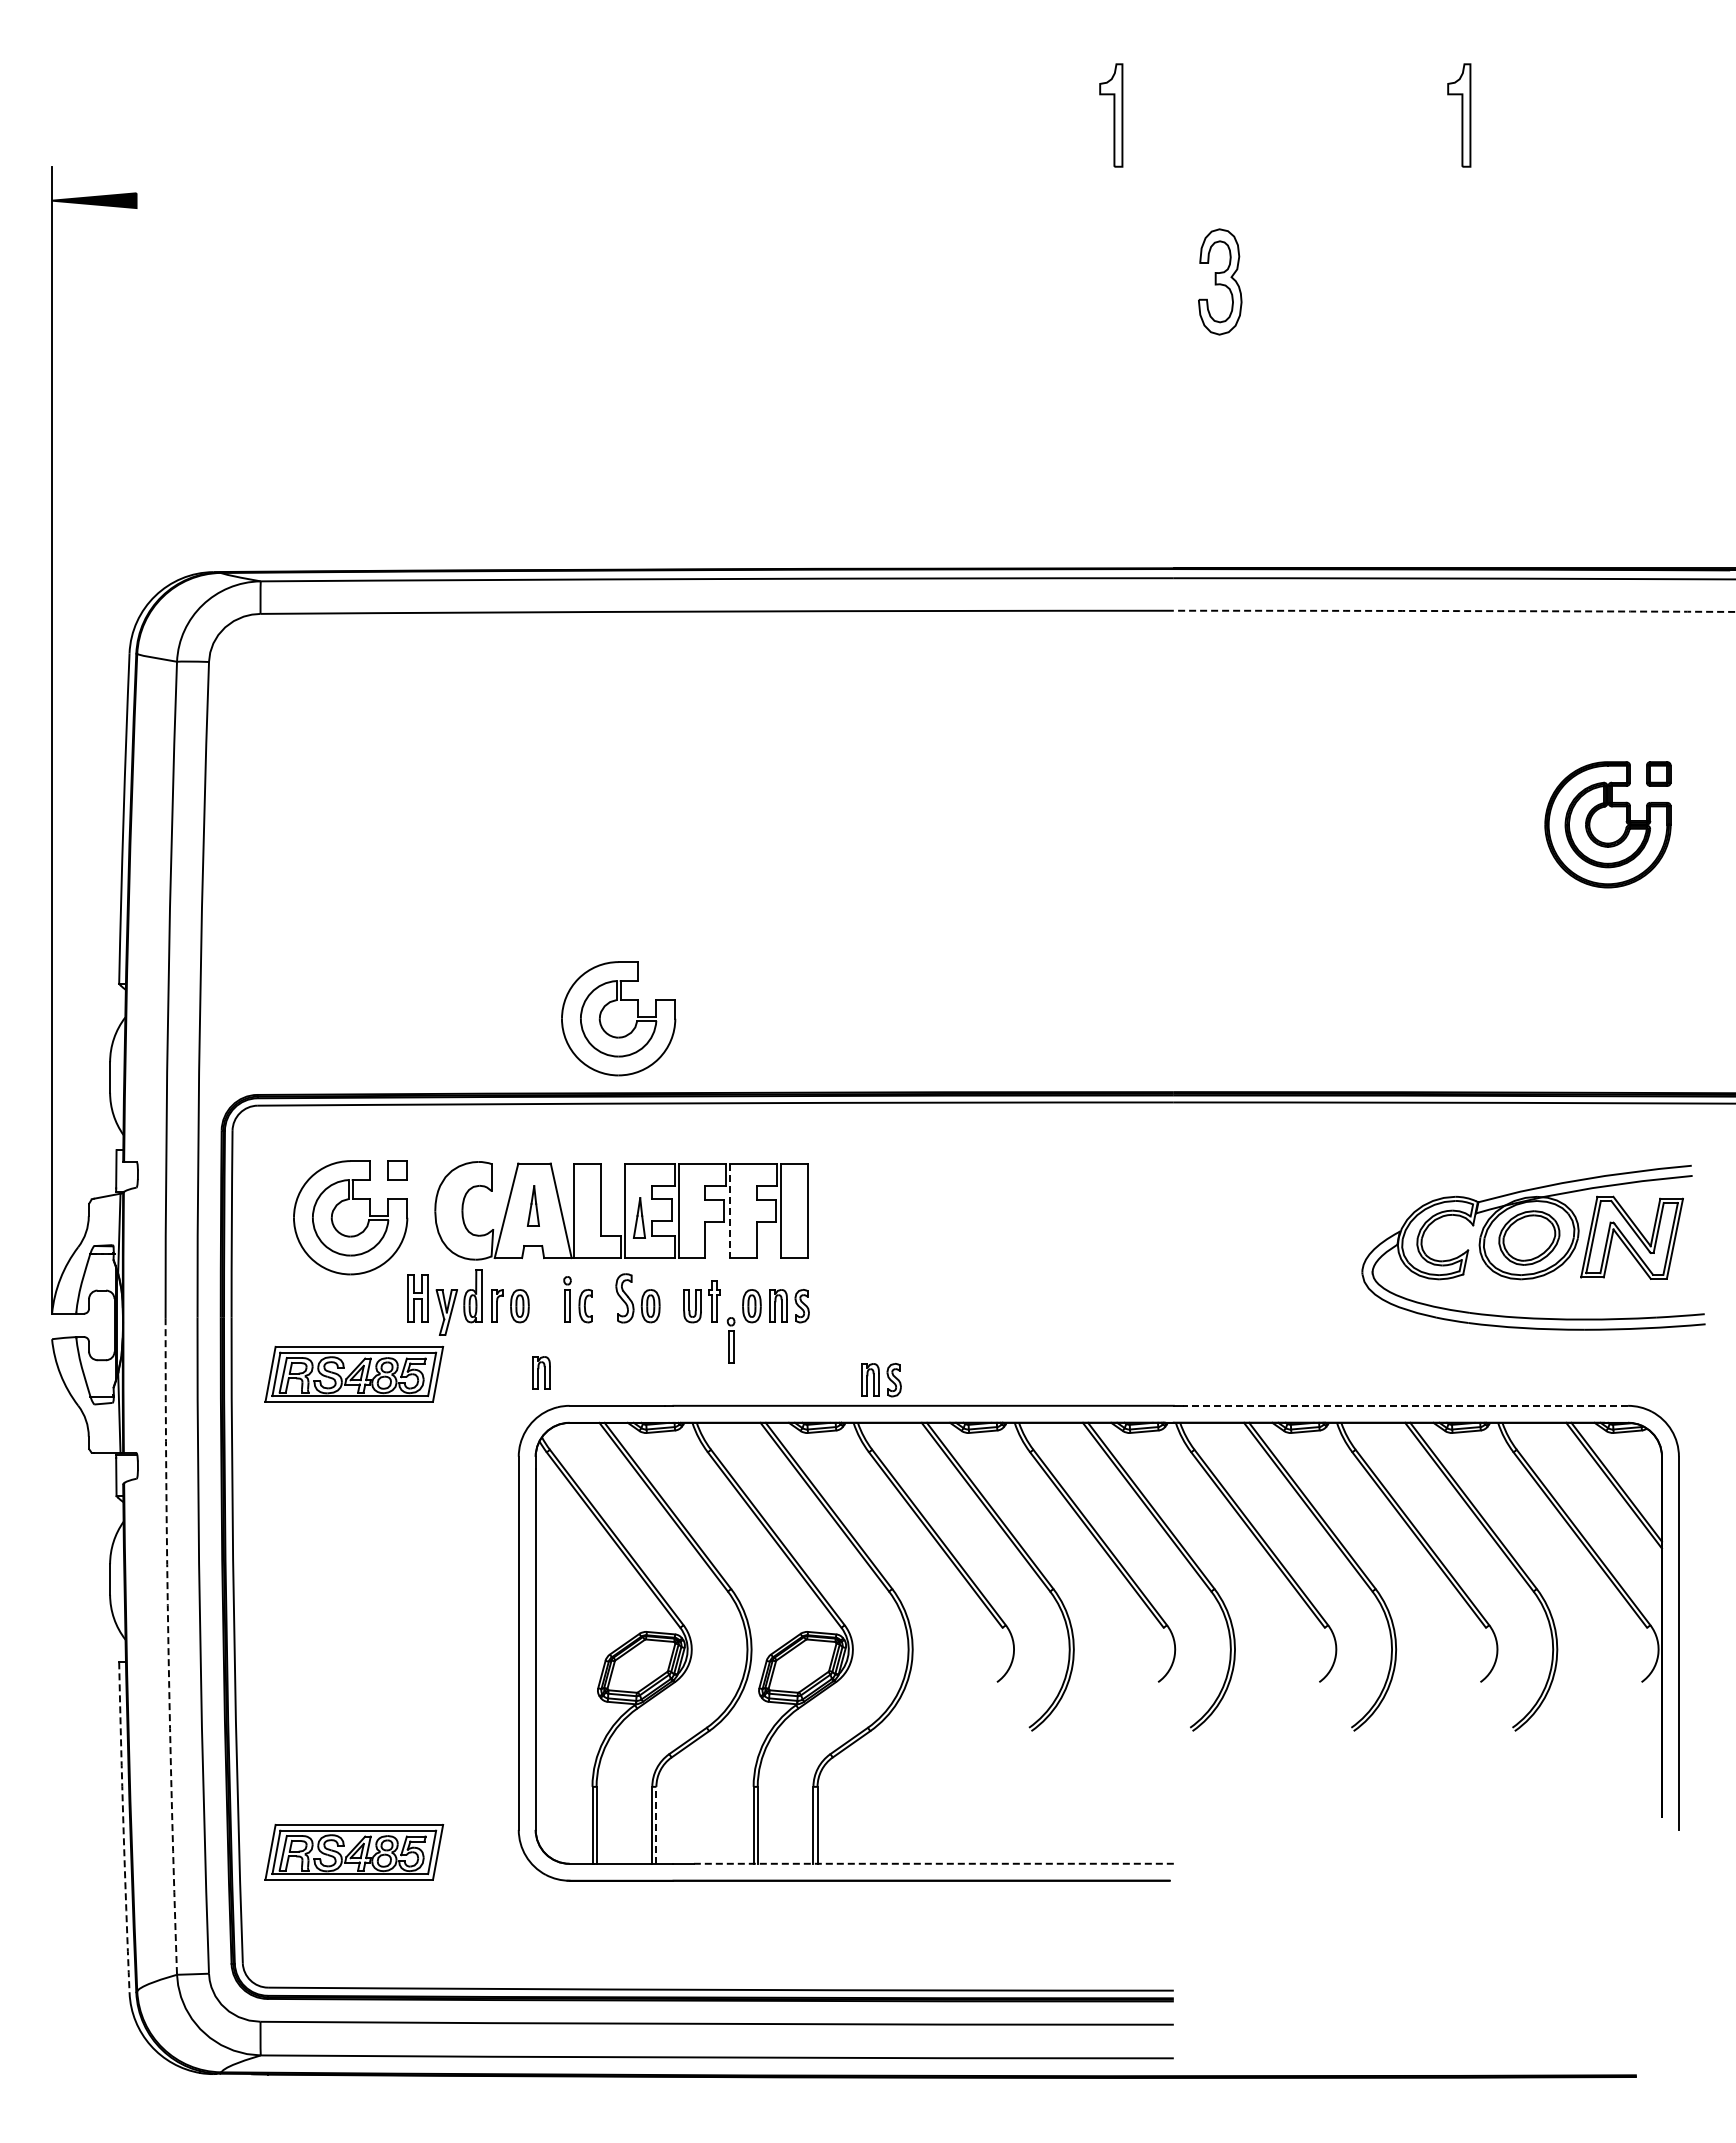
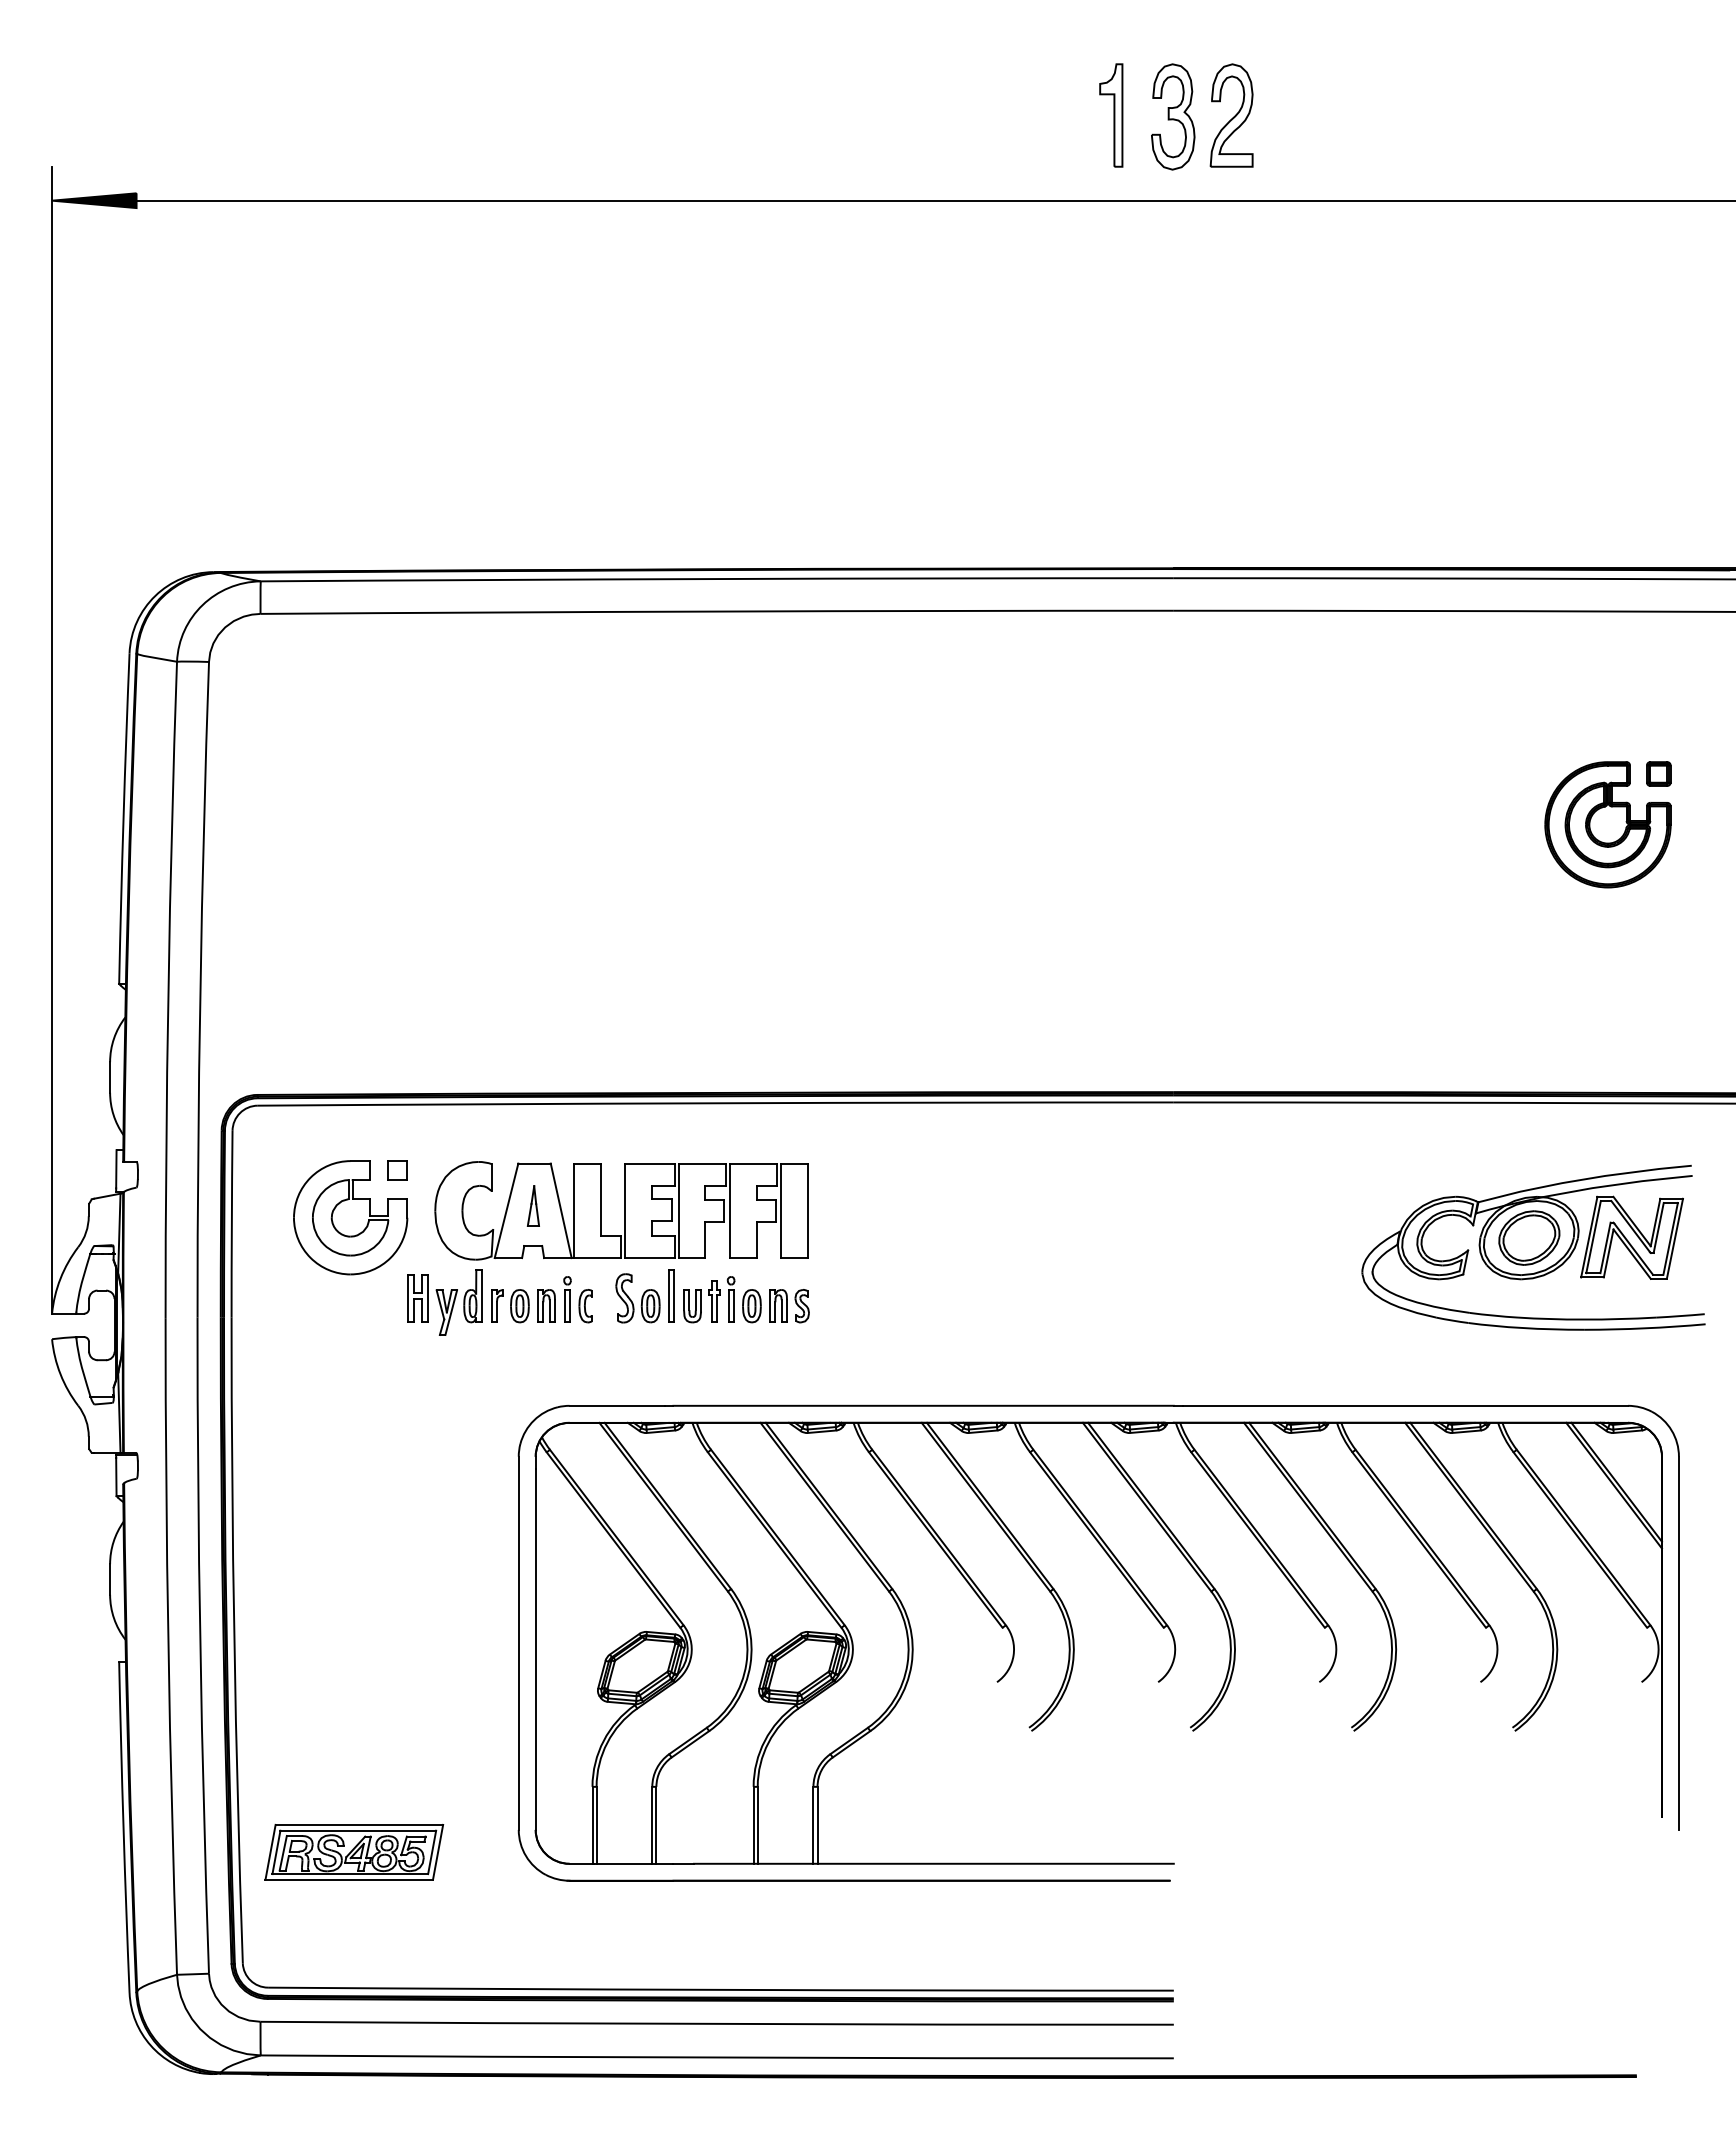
part at (1231, 115): none -> present
part at (1459, 115): present -> none
line at (934, 200): none -> present
part at (1220, 281) position: (1220, 281) -> (1173, 116)
arc at (1453, 611): dashed -> solid
part at (618, 1018): present -> none
line at (730, 1211): dashed -> solid
part at (638, 1217): present -> none
part at (671, 1295): none -> present
part at (730, 1340) position: (730, 1340) -> (730, 1299)
part at (541, 1372) position: (541, 1372) -> (546, 1305)
part at (354, 1374): present -> none
part at (881, 1380): present -> none
line at (1405, 1405): dashed -> solid
arc at (168, 1646): dashed -> solid
line at (656, 1824): dashed -> solid
arc at (123, 1827): dashed -> solid
line at (933, 1863): dashed -> solid
